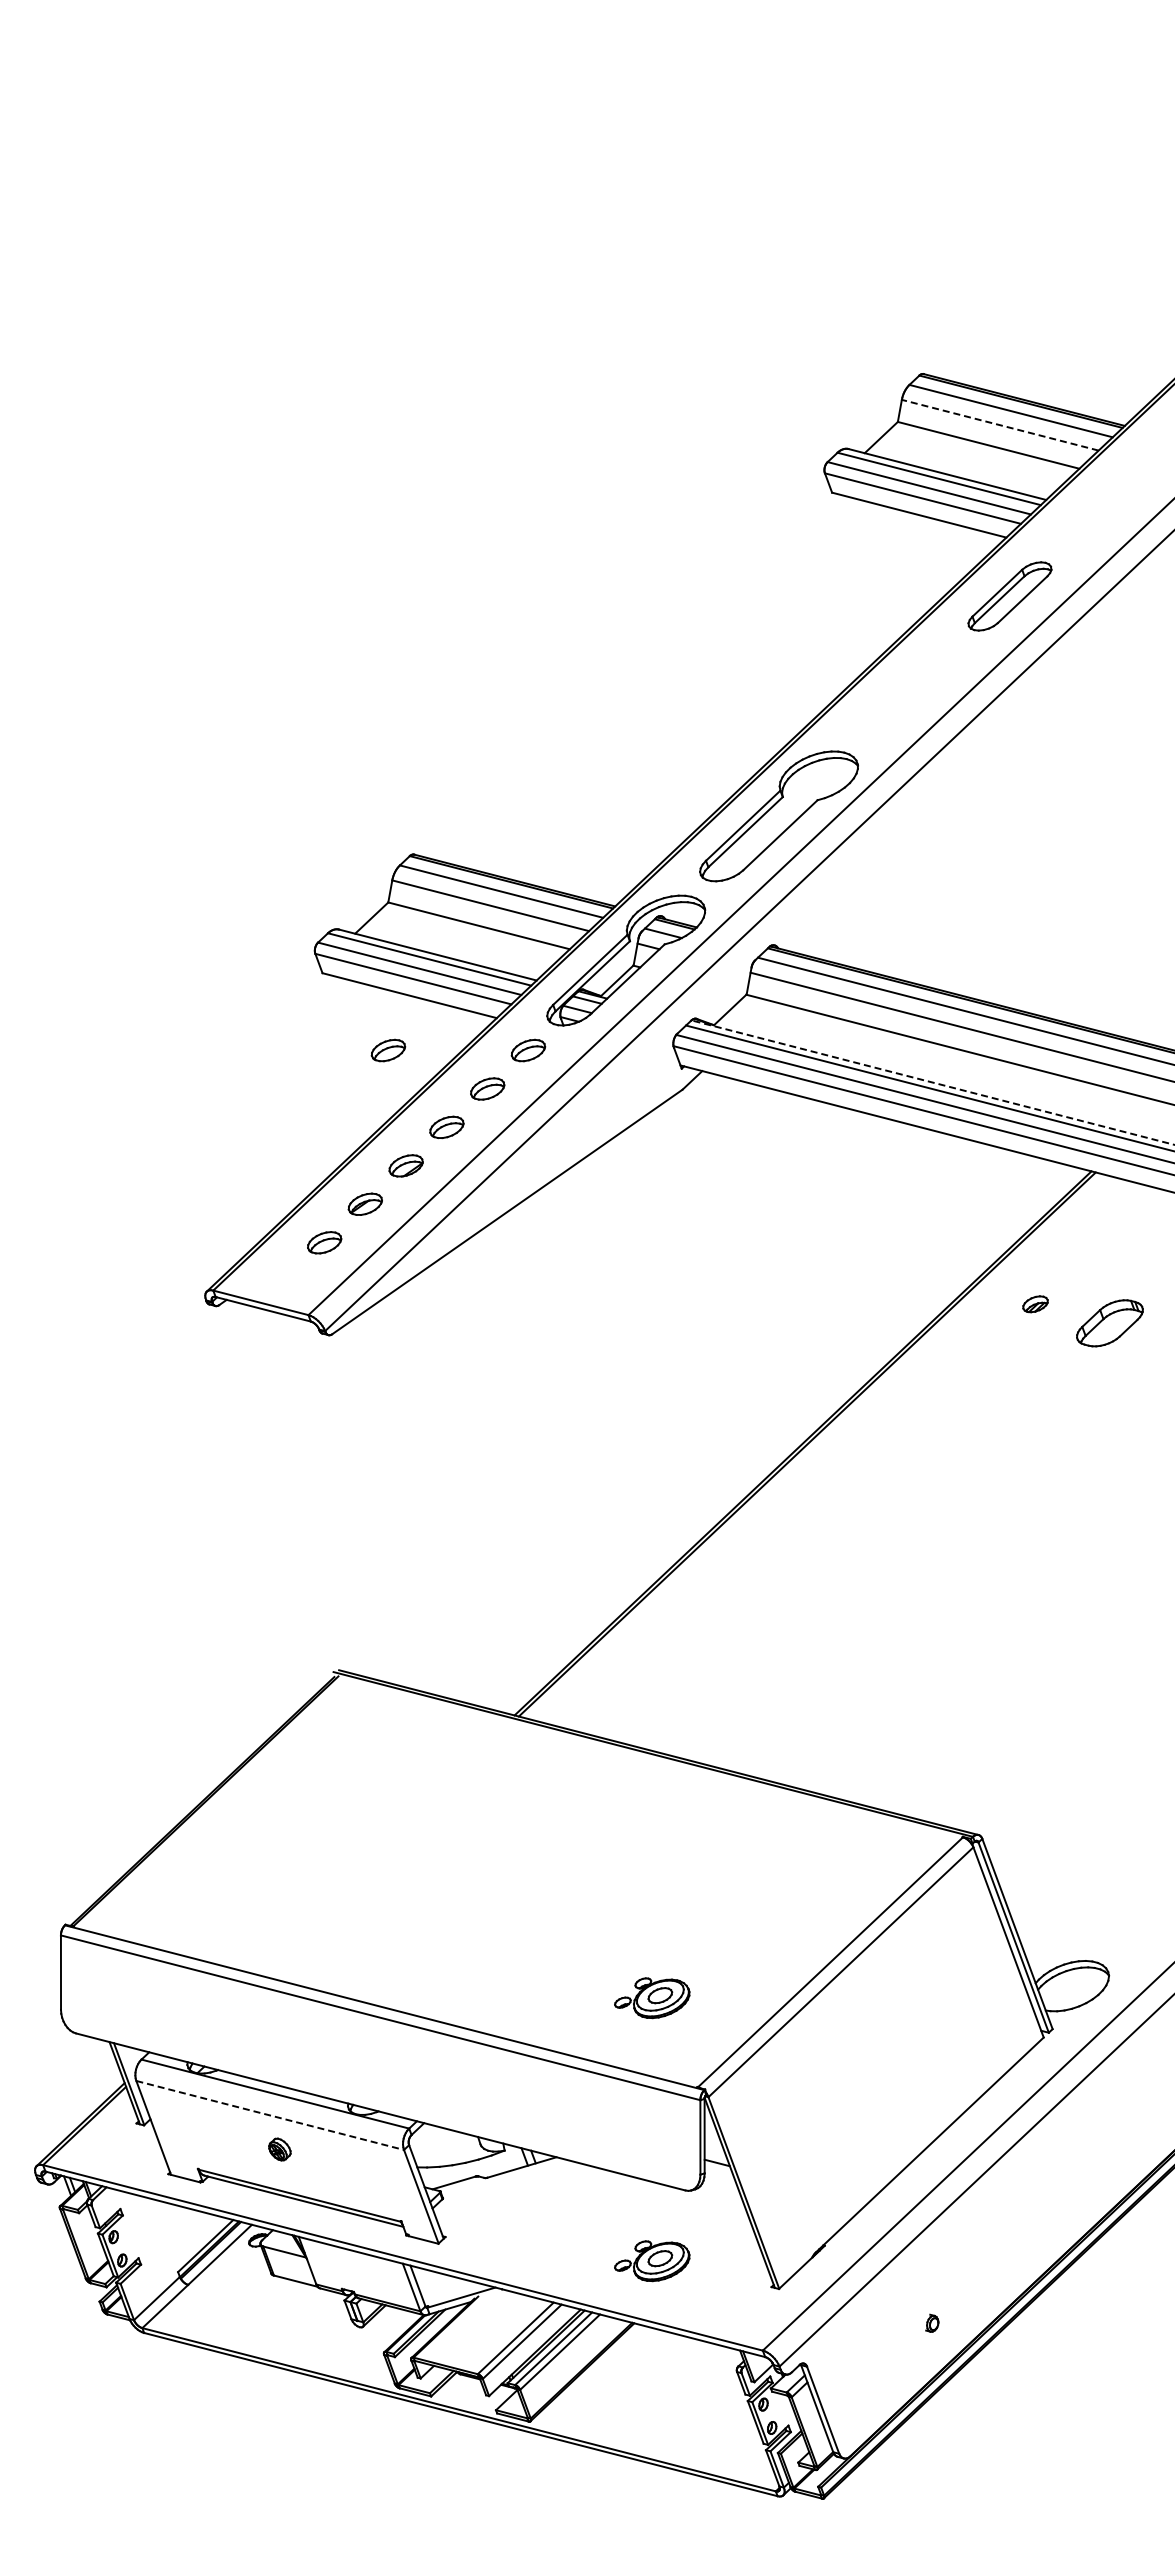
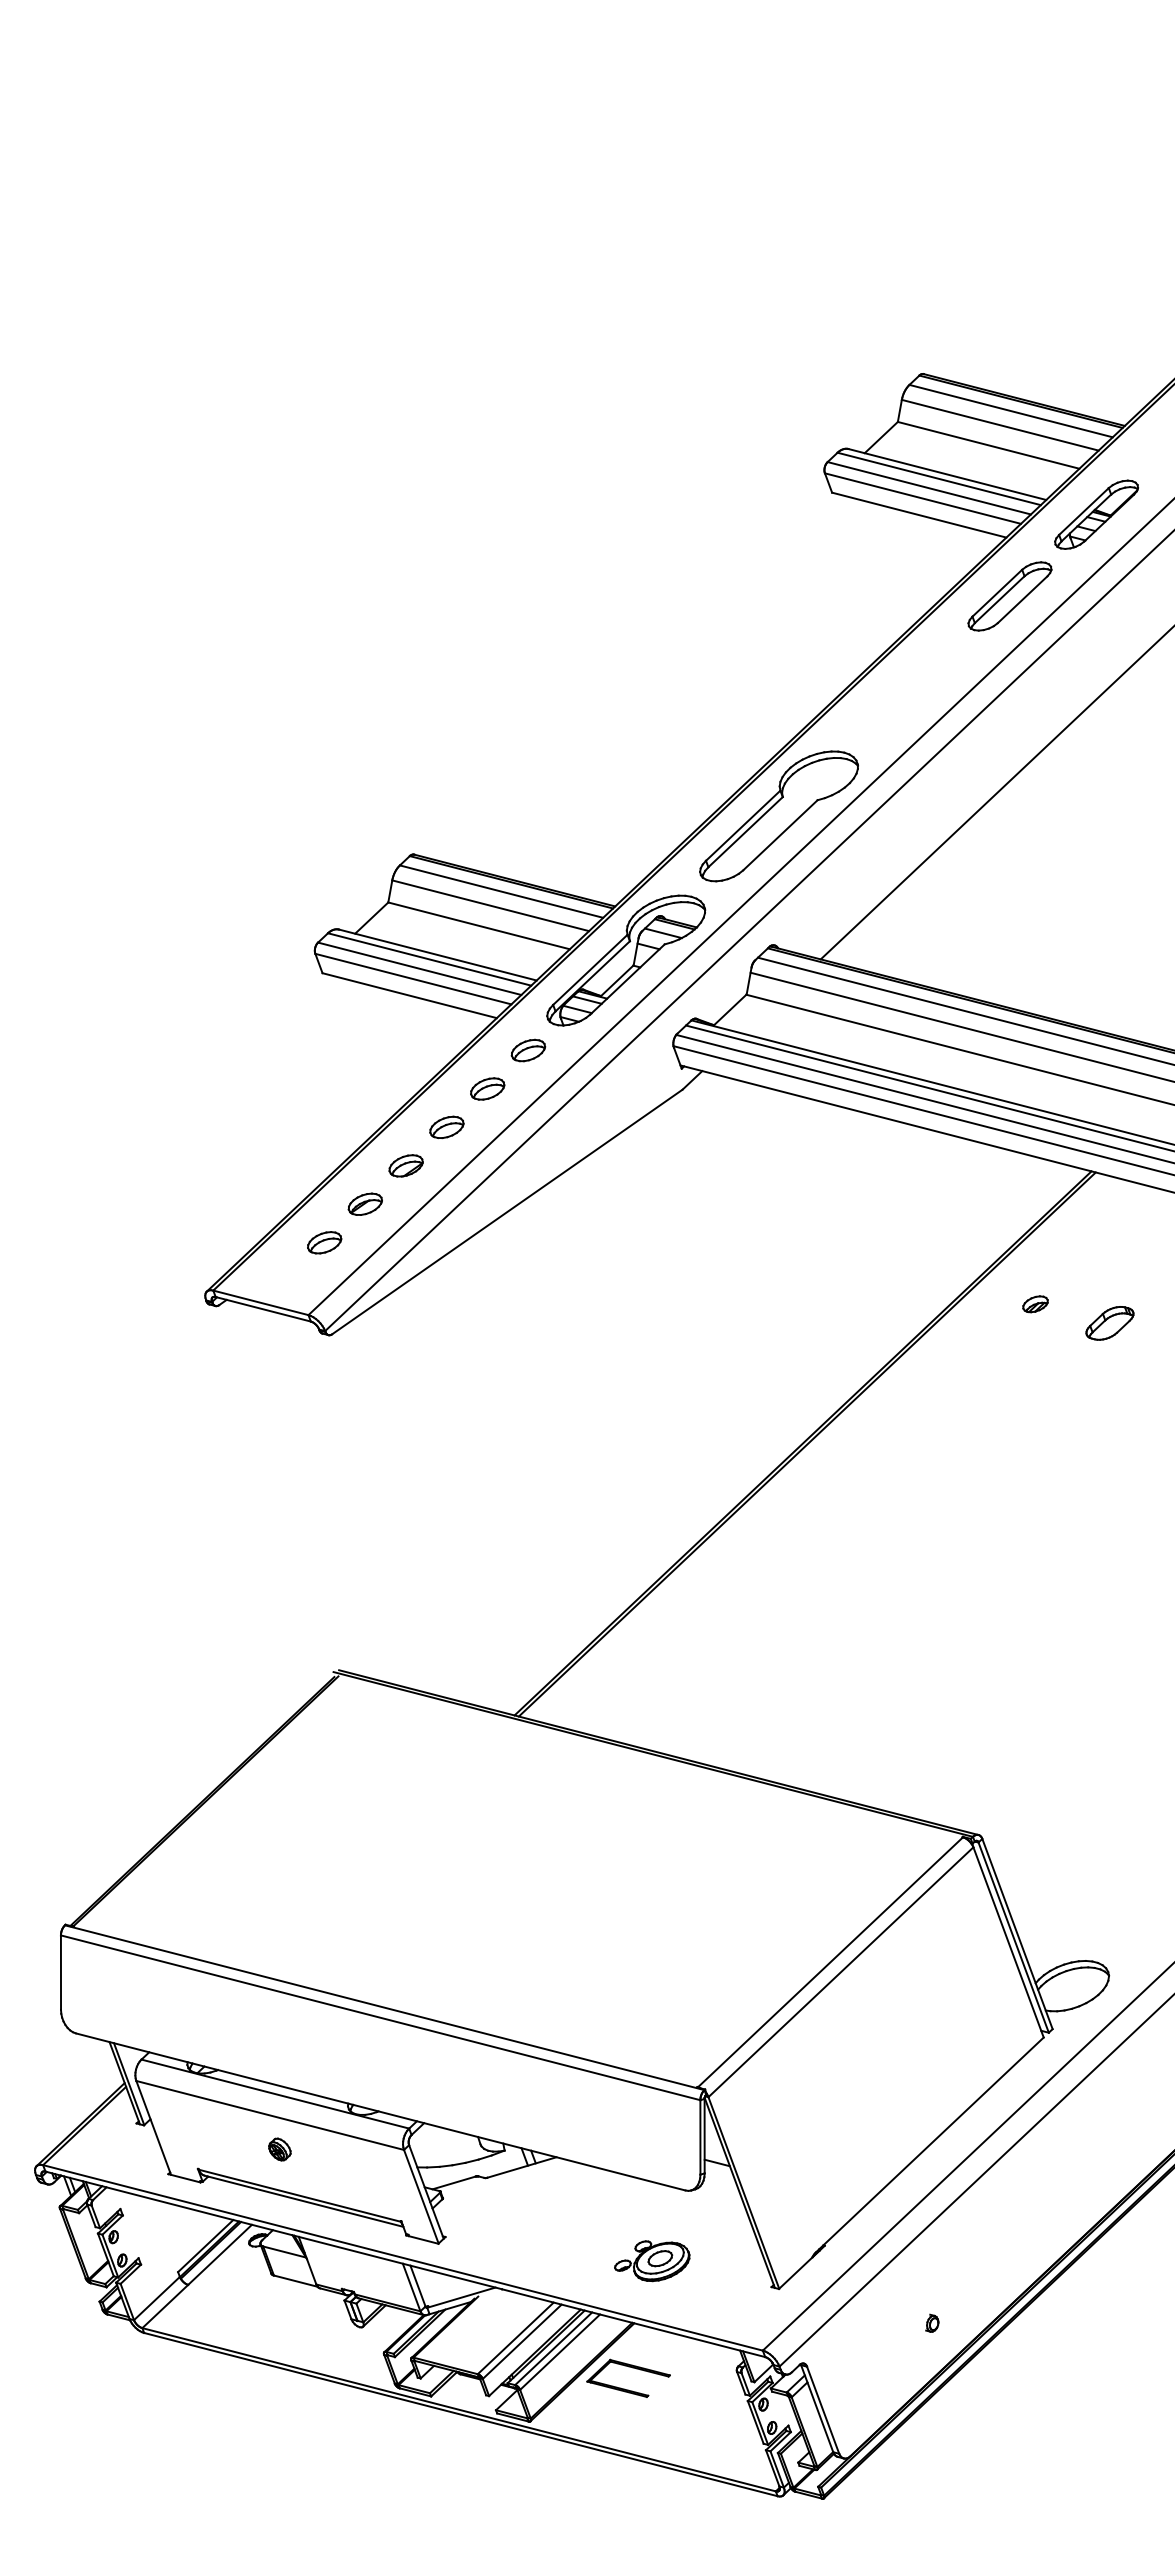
line at (1000, 425): dashed -> solid
part at (1096, 514): none -> present
line at (995, 793): none -> present
part at (388, 1050): present -> none
line at (932, 1082): dashed -> solid
part at (1109, 1323) size: 68x49 px -> 50x35 px
part at (652, 1998): present -> none
line at (270, 2115): dashed -> solid
part at (632, 2368): none -> present
